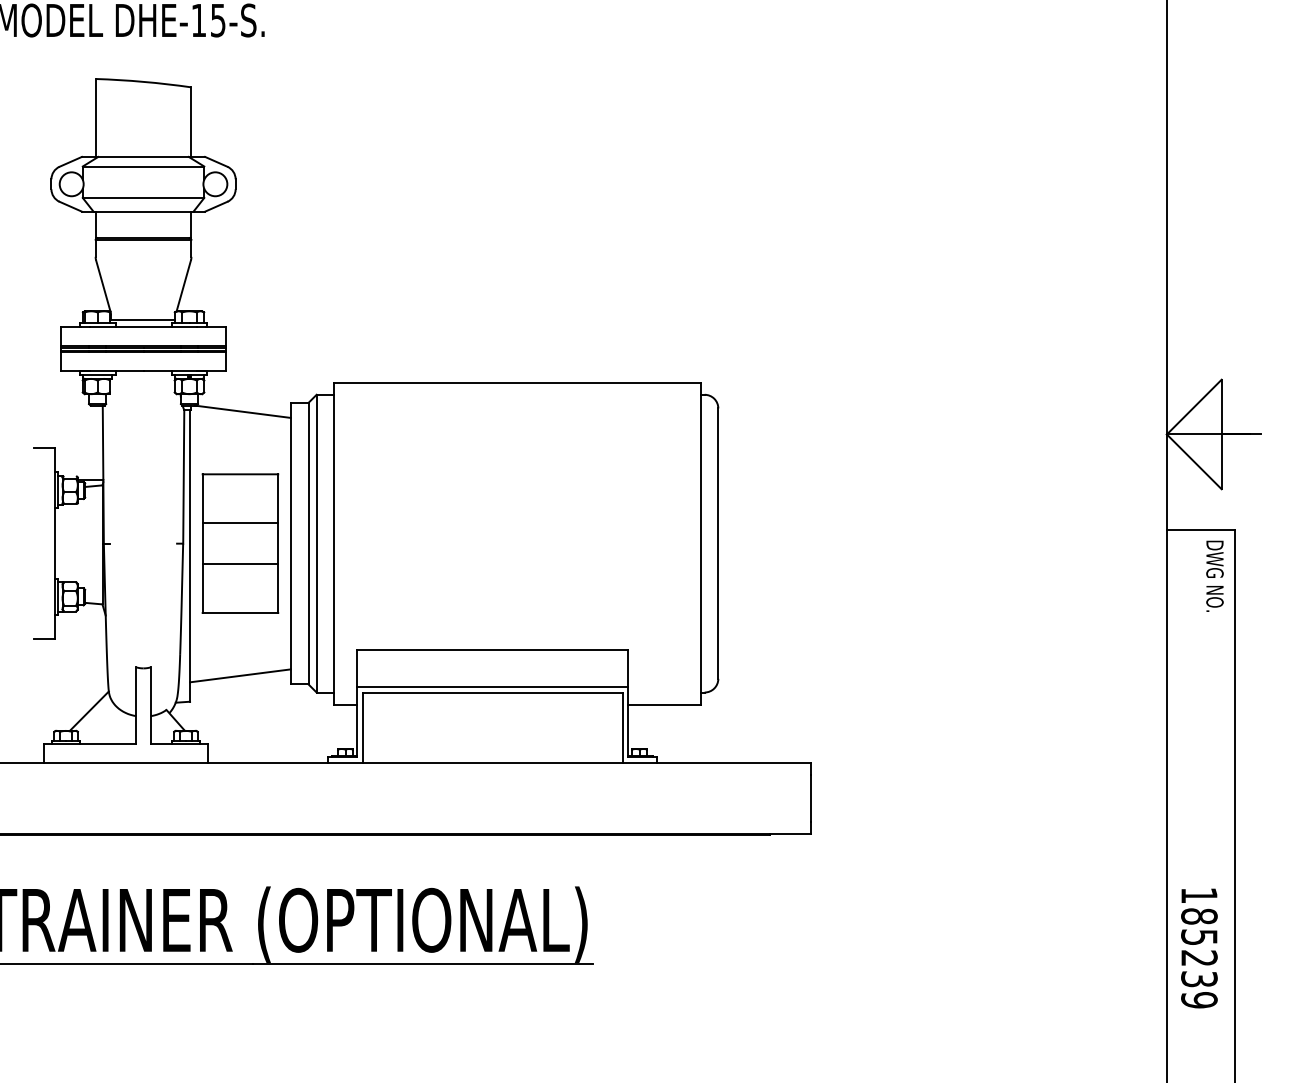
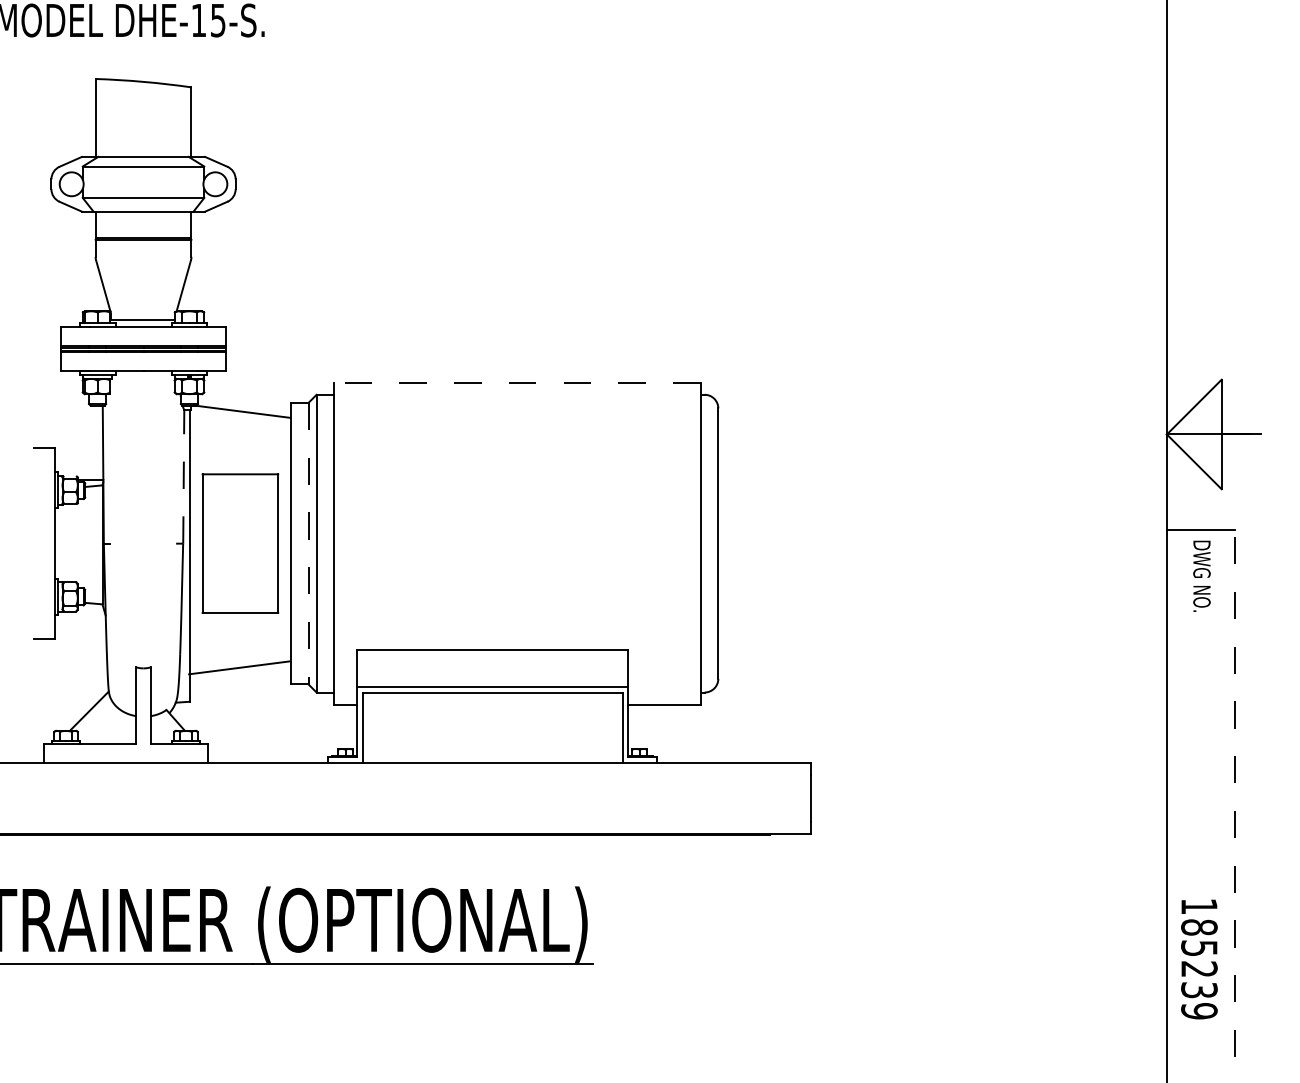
line at (516, 382): solid -> dashed
line at (183, 476): solid -> dashed
line at (240, 523): present -> none
line at (308, 543): solid -> dashed
line at (240, 564): present -> none
text at (1214, 575) position: (1214, 575) -> (1201, 575)
line at (240, 675) position: (240, 675) -> (239, 667)
line at (1235, 806): solid -> dashed
text at (1199, 948) position: (1199, 948) -> (1199, 959)
